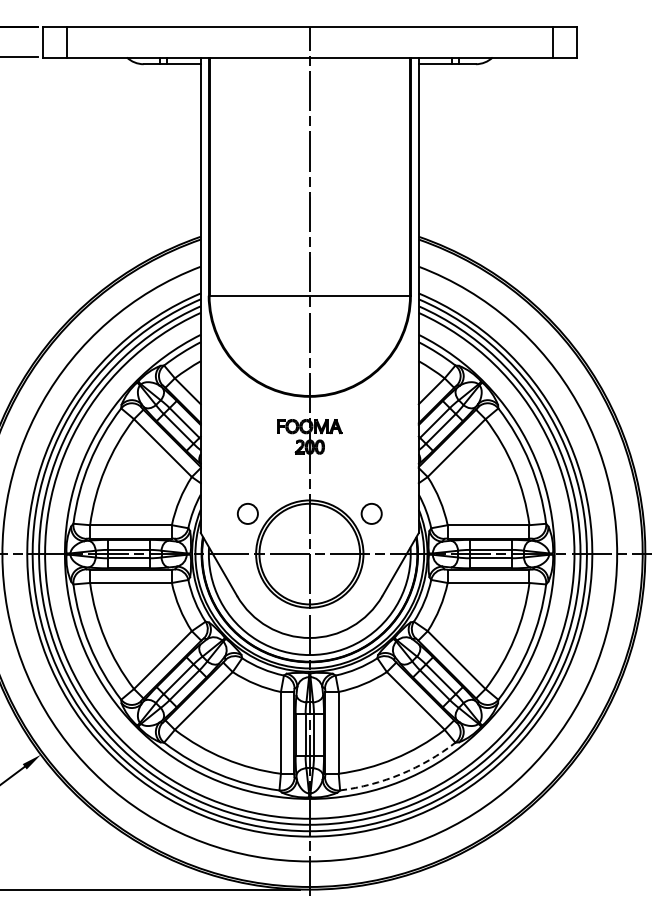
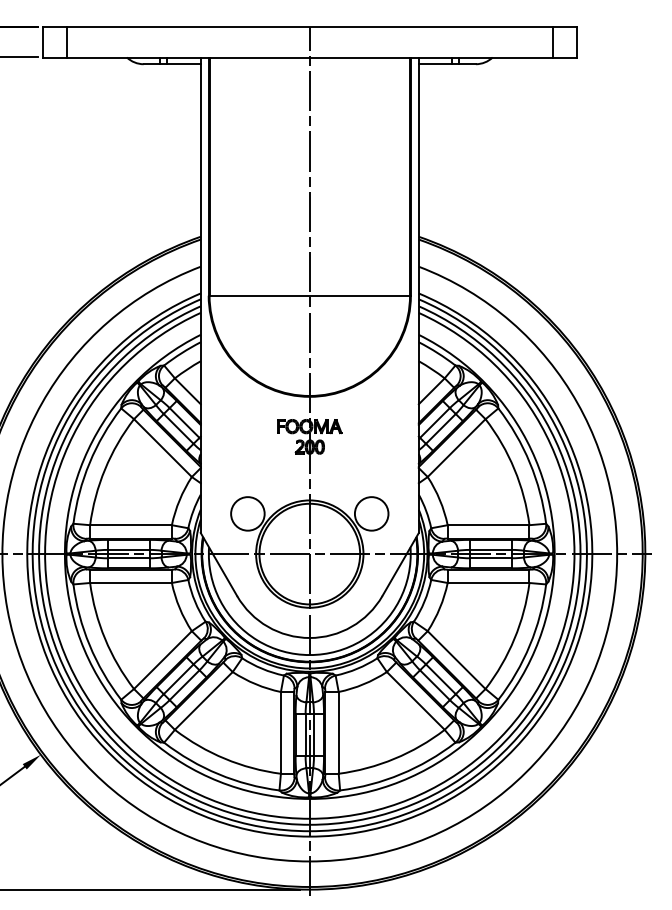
circle at (247, 513) diameter: 20 px -> 34 px
circle at (371, 513) diameter: 20 px -> 34 px
arc at (400, 774): dashed -> solid
